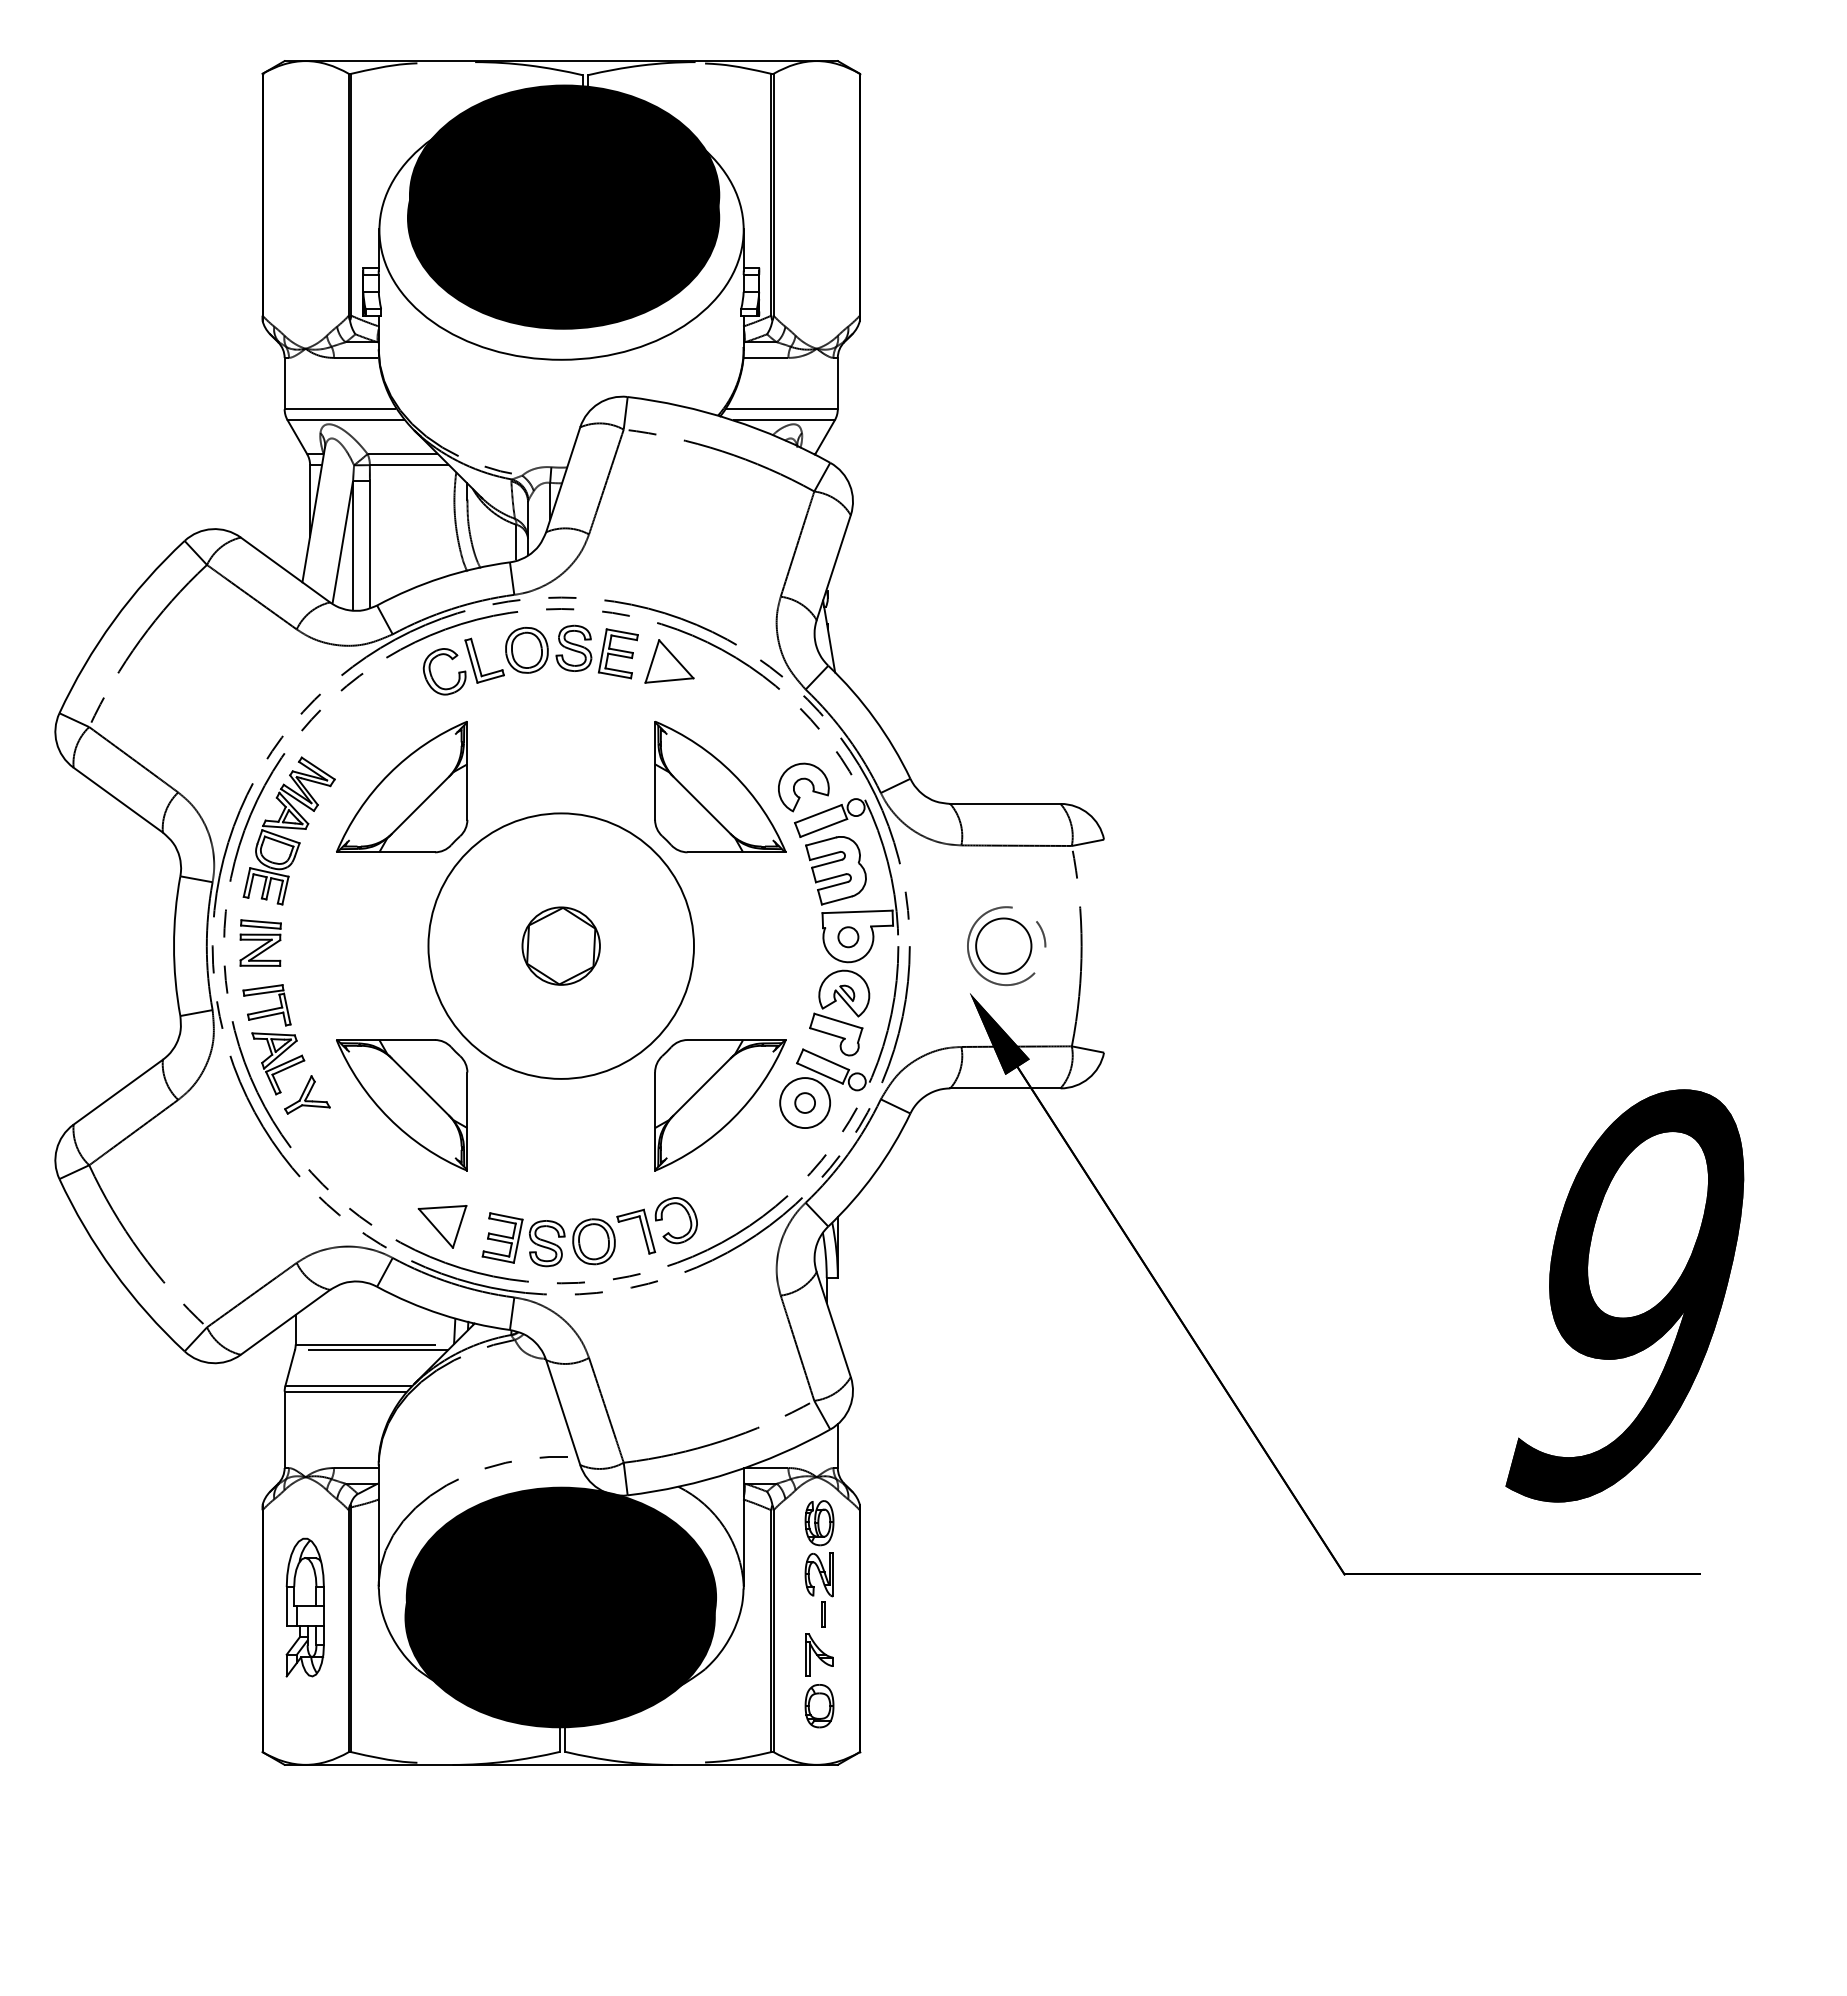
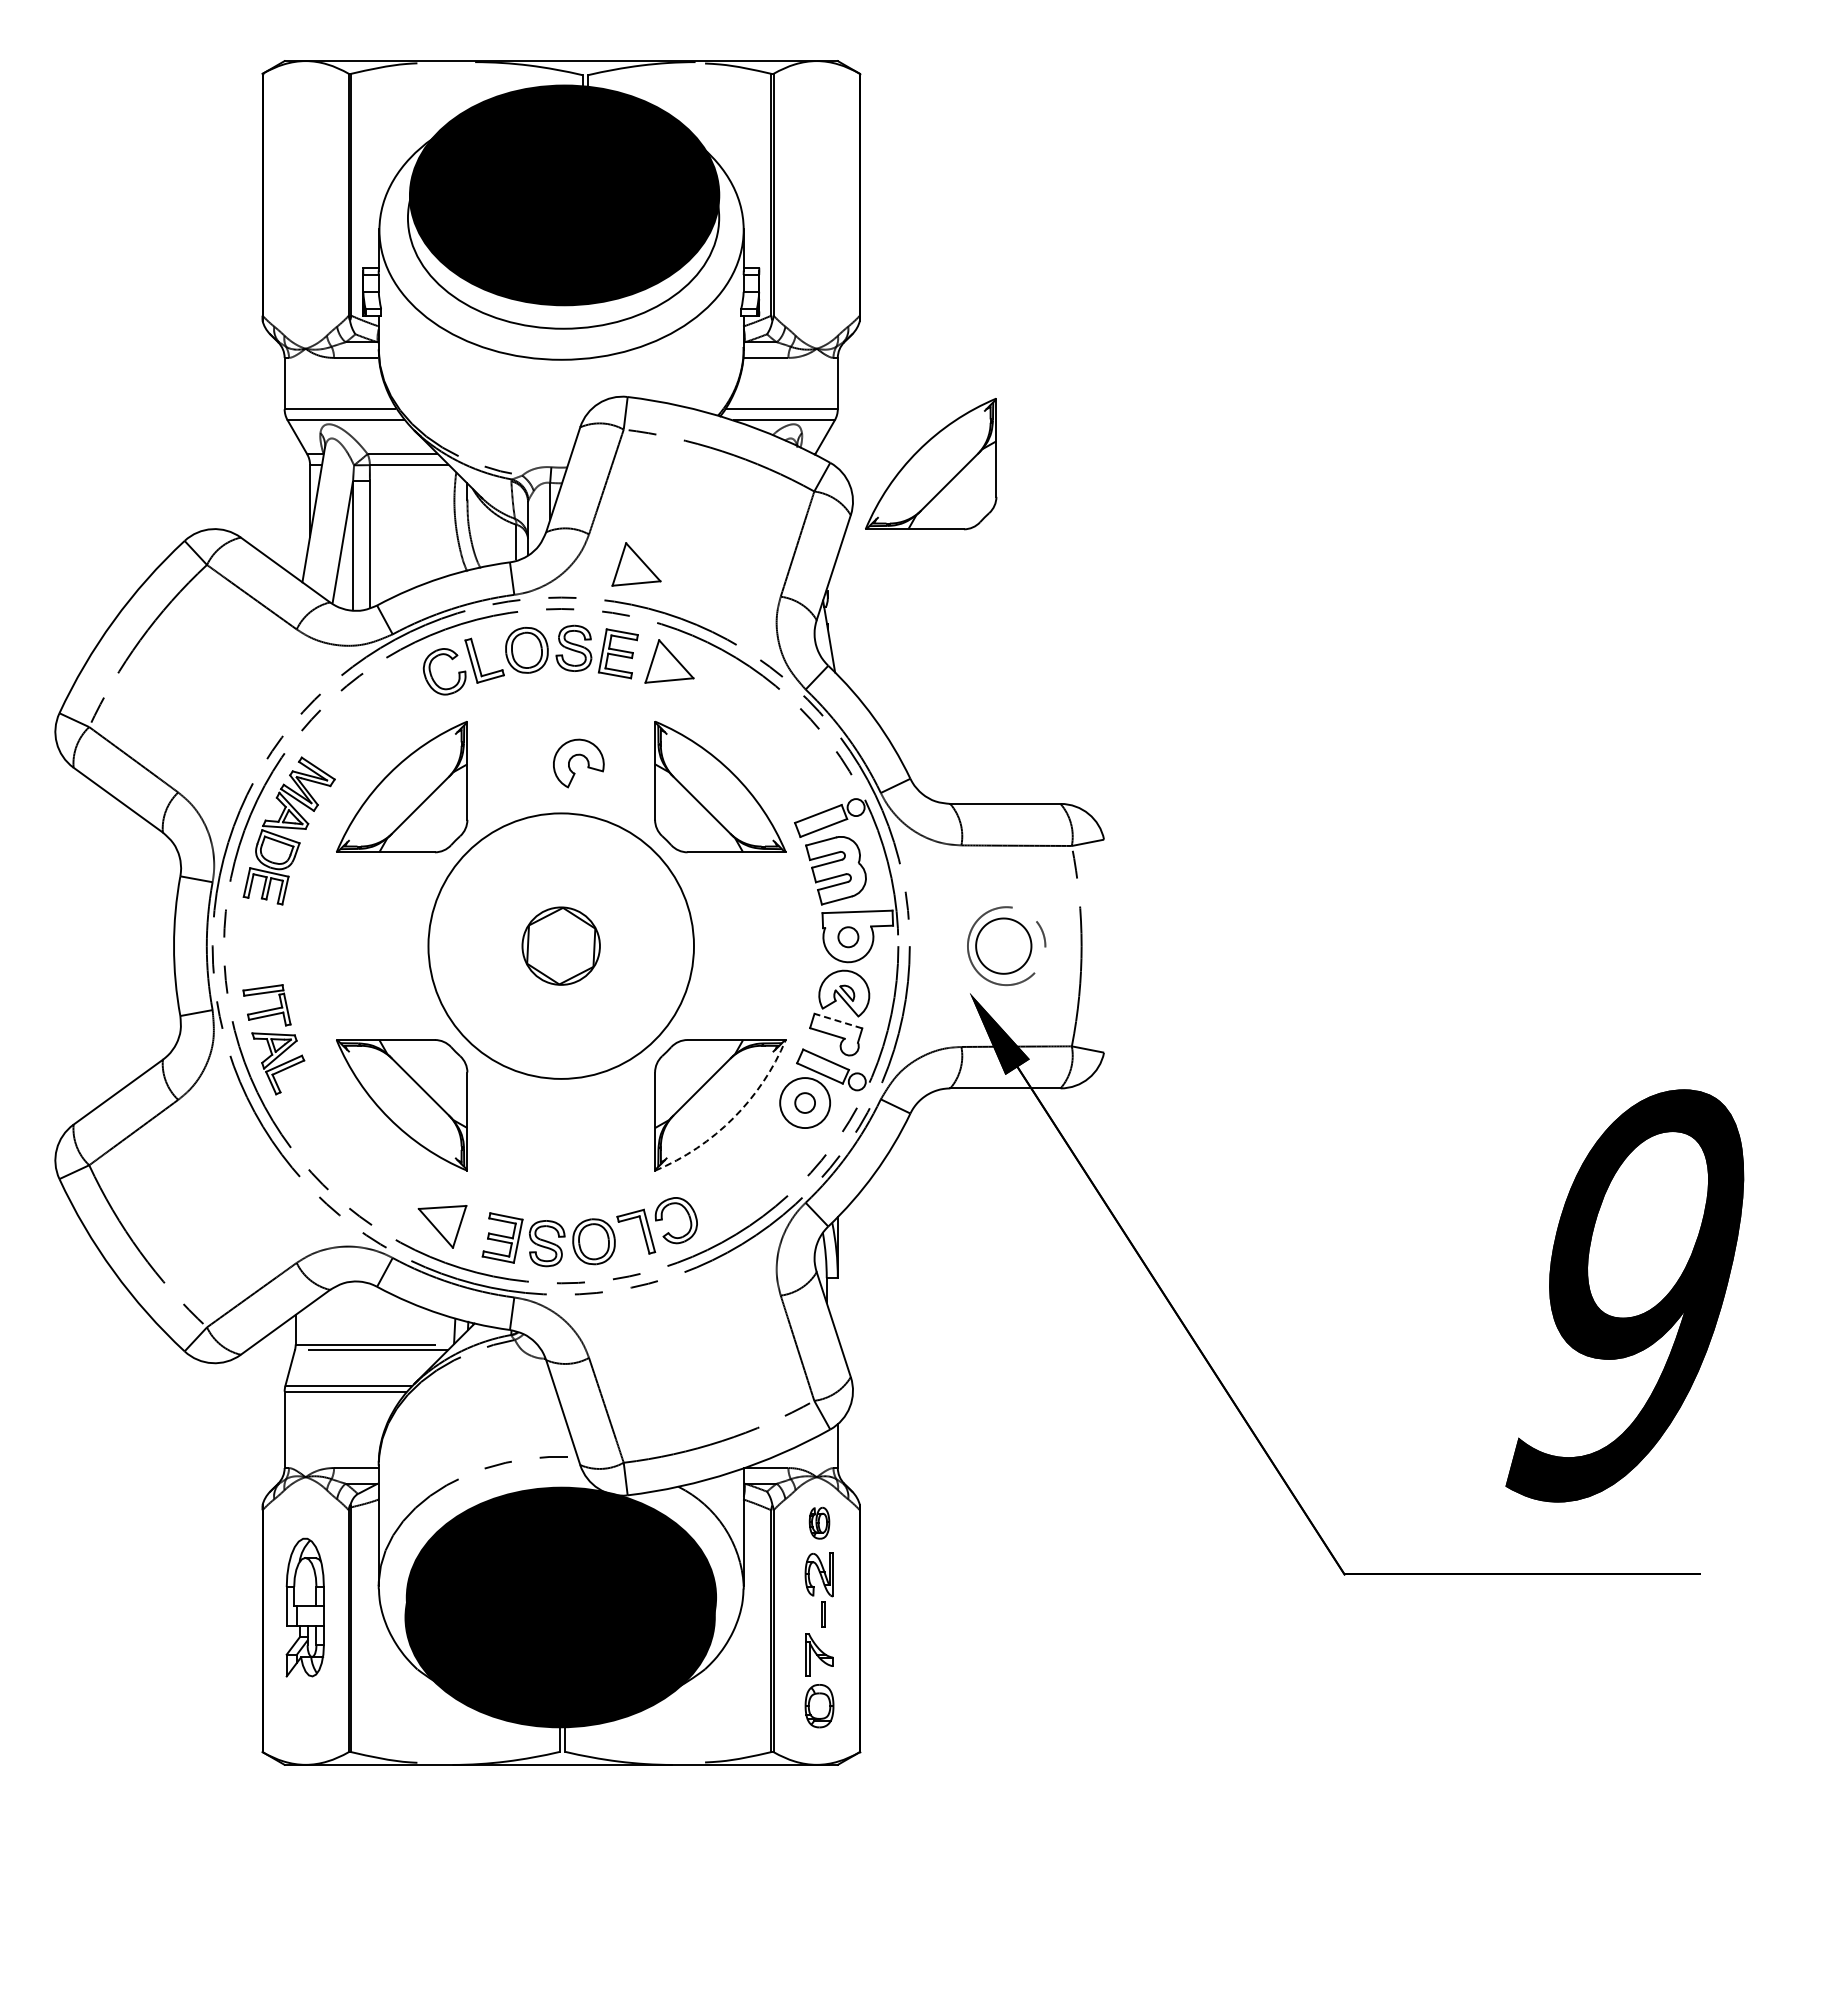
fill at (563, 217): present -> none
part at (931, 464): none -> present
part at (636, 564): none -> present
part at (800, 780) position: (800, 780) -> (575, 756)
part at (260, 942): present -> none
line at (837, 1020): solid -> dashed
part at (307, 1094): present -> none
arc at (733, 1118): solid -> dashed
part at (819, 1523) size: 31x47 px -> 23x34 px
